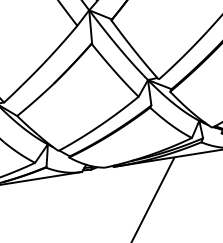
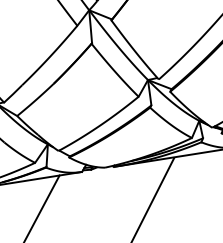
line at (42, 207): none -> present
